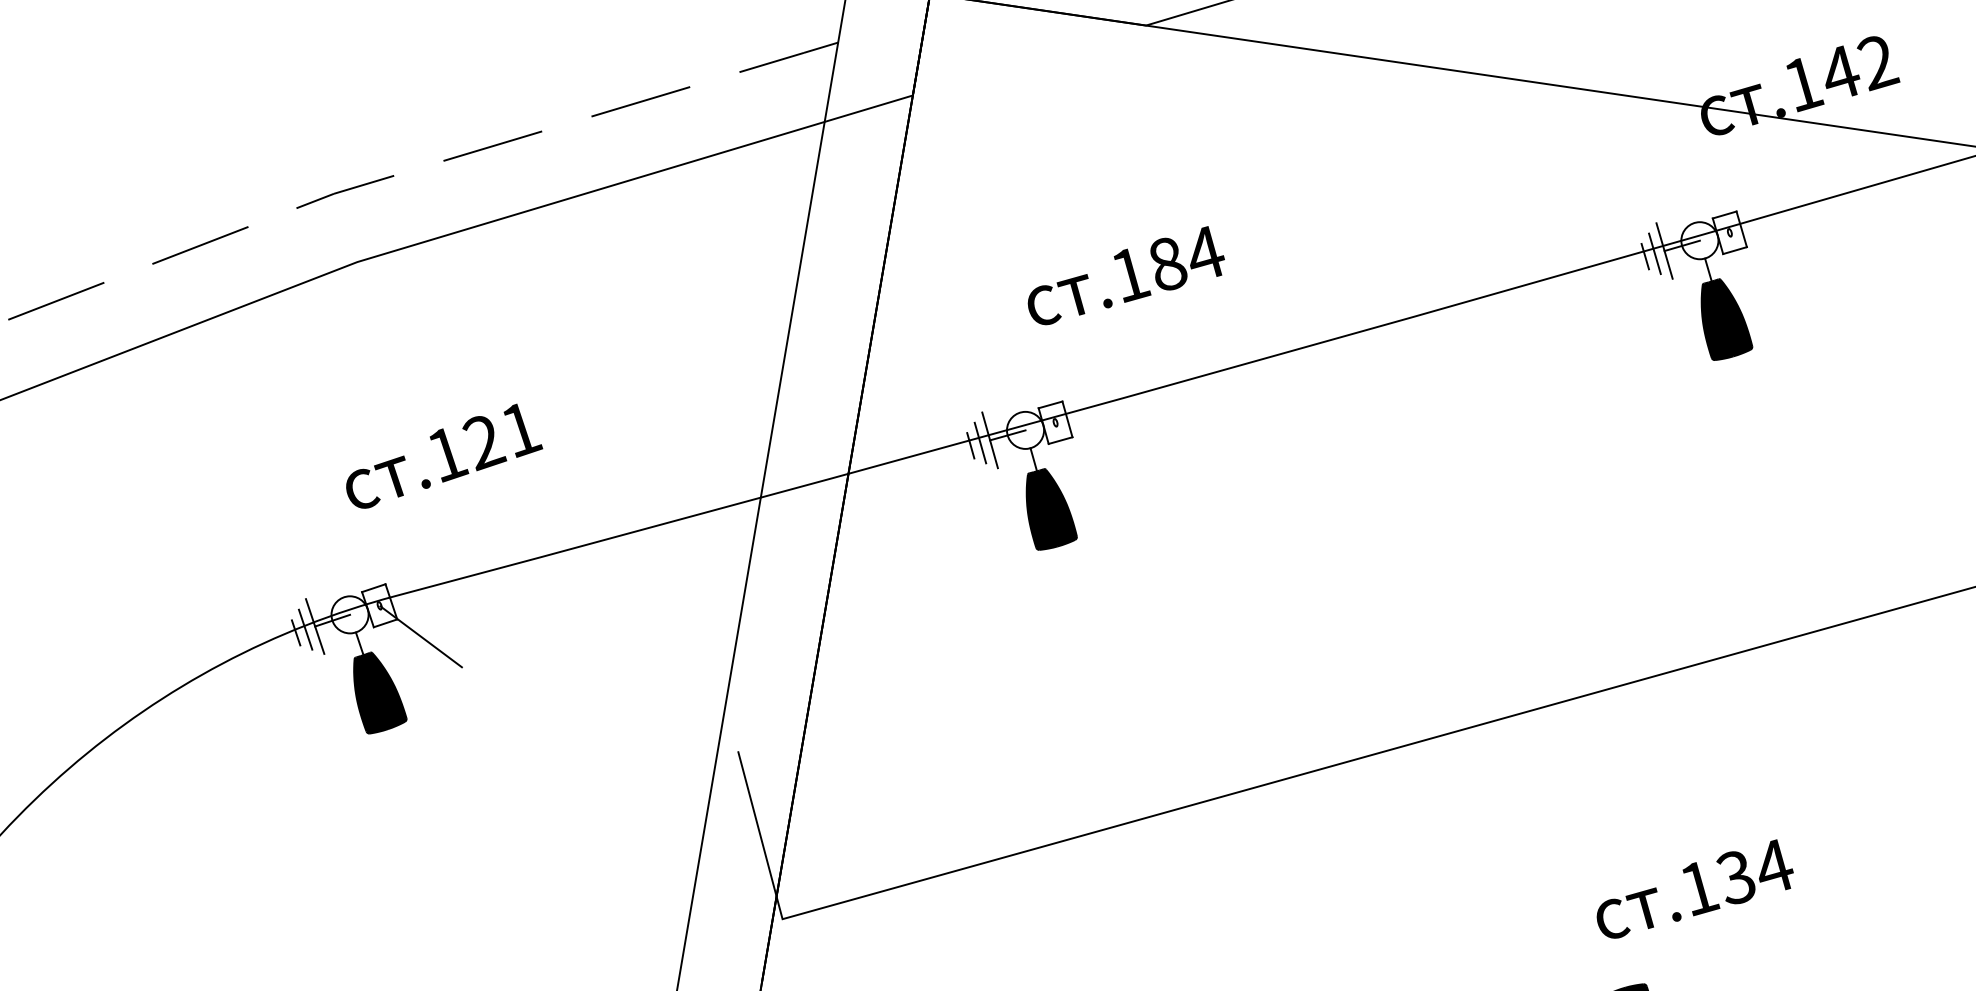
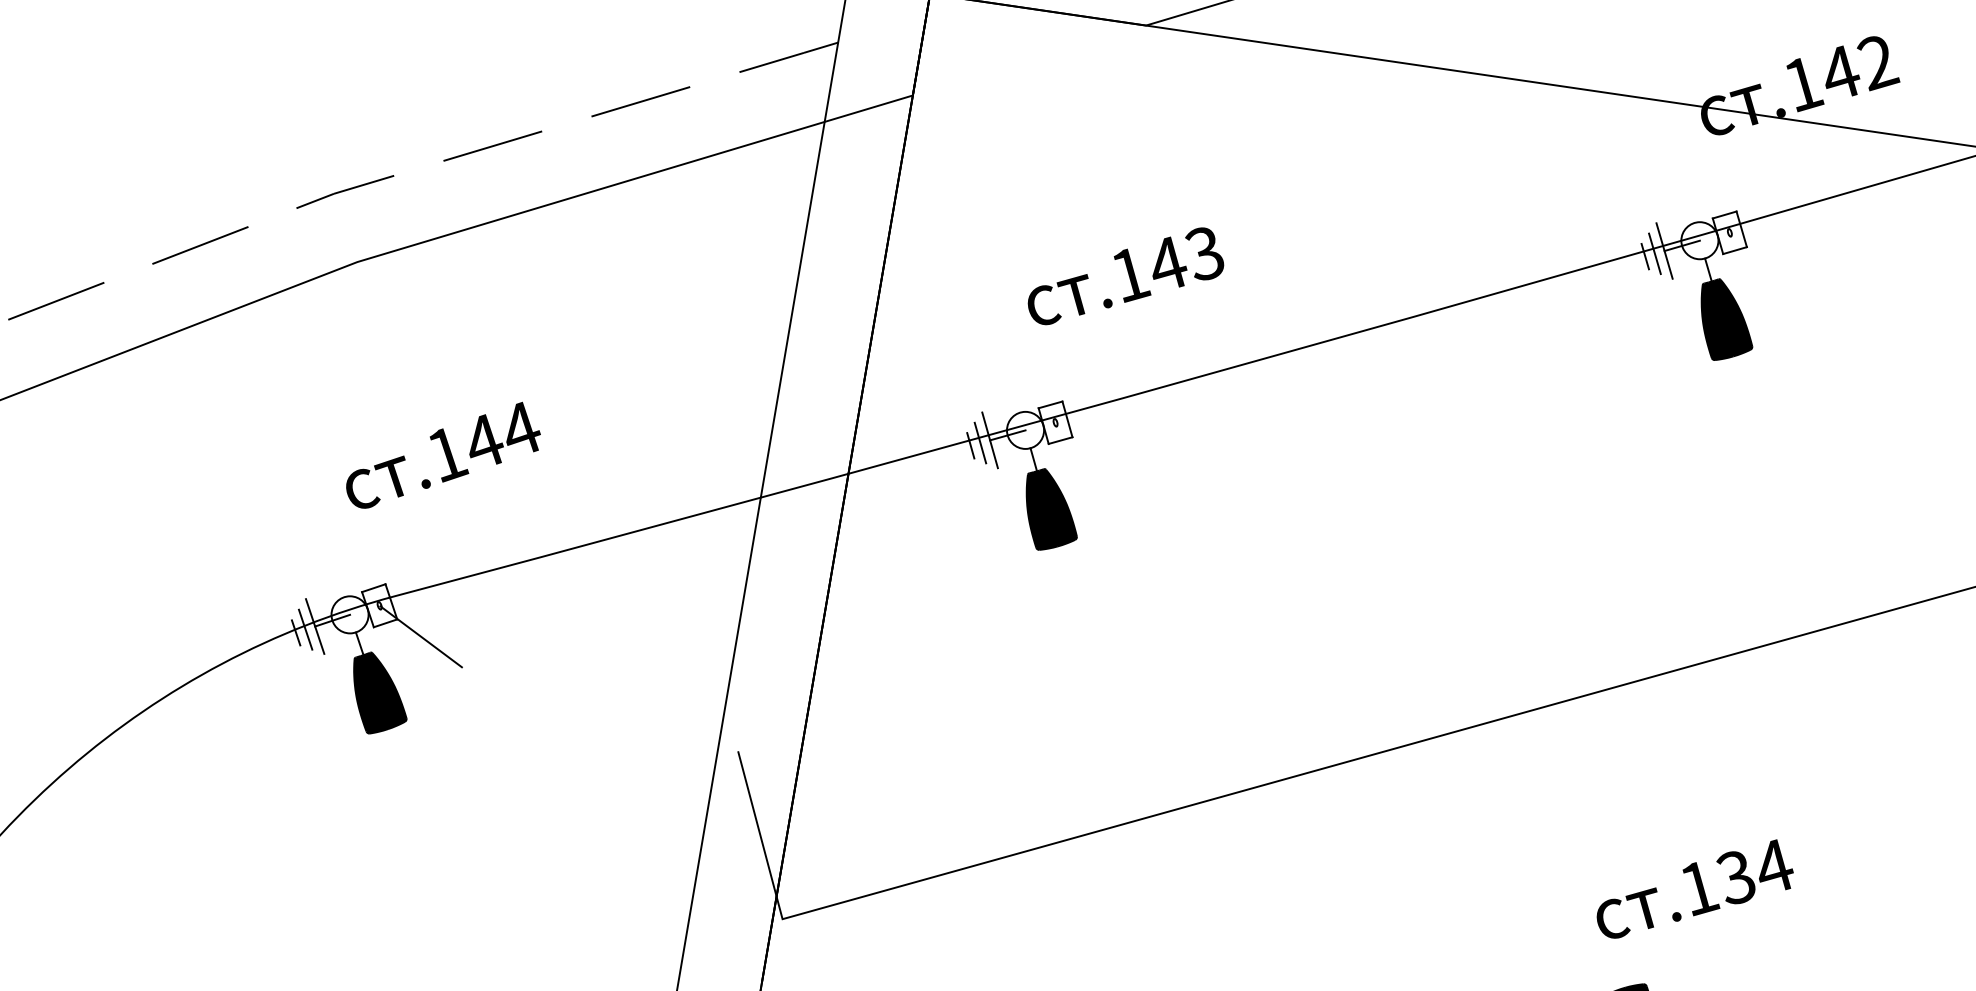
text at (1187, 258): .184 -> .143
text at (502, 436): .121 -> .144
